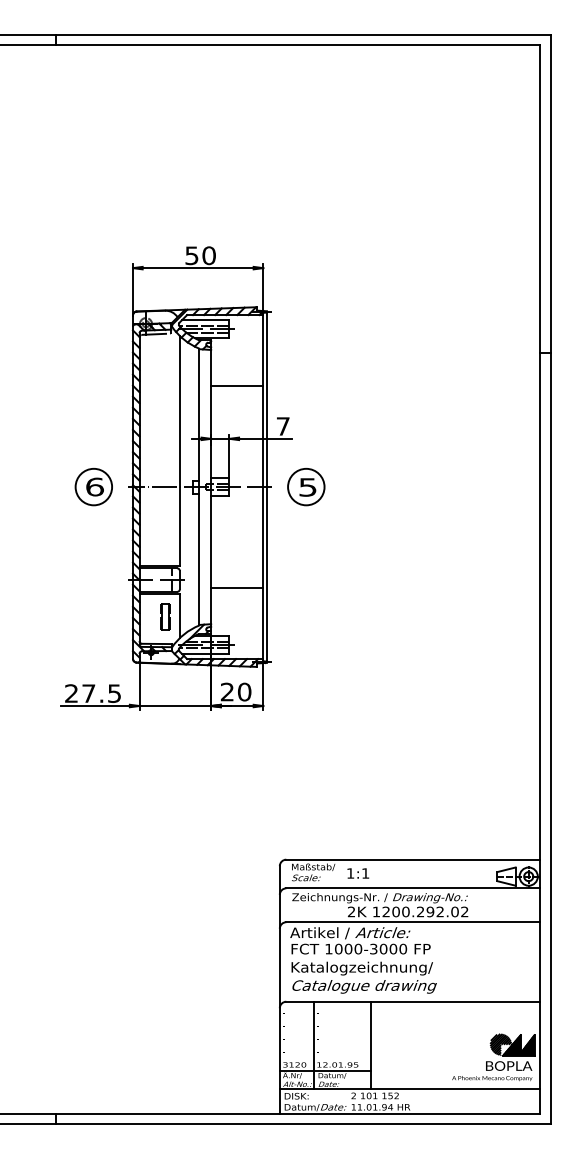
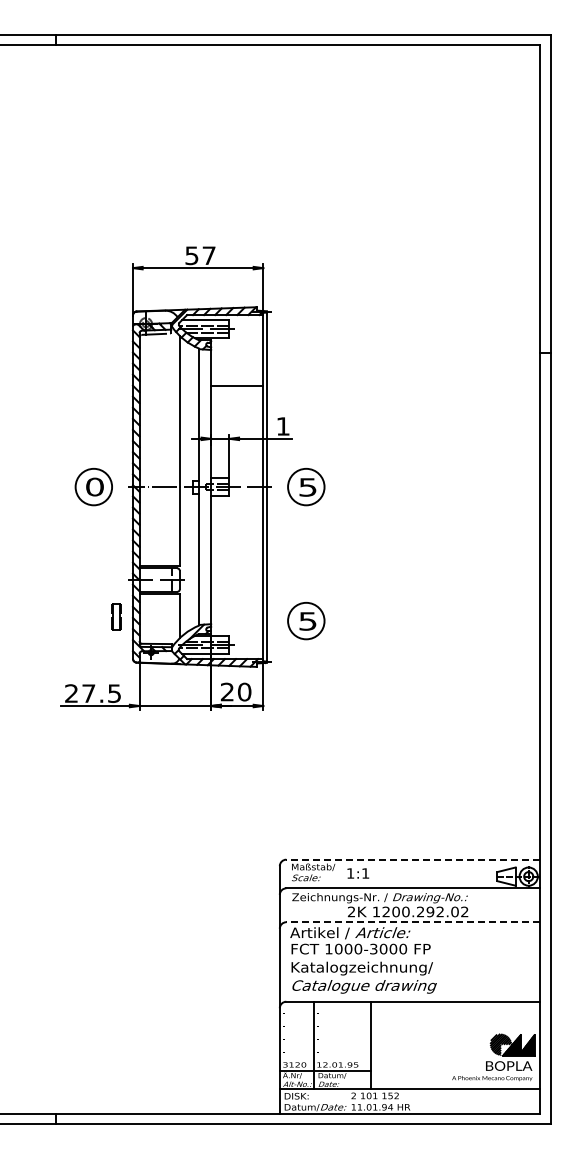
text at (208, 255): 50 -> 57
text at (283, 426): 7 -> 1
text at (94, 486): 6 -> 0
line at (237, 587): present -> none
part at (165, 616) position: (165, 616) -> (116, 616)
part at (306, 621): none -> present
line at (412, 859): solid -> dashed
line at (412, 922): solid -> dashed
